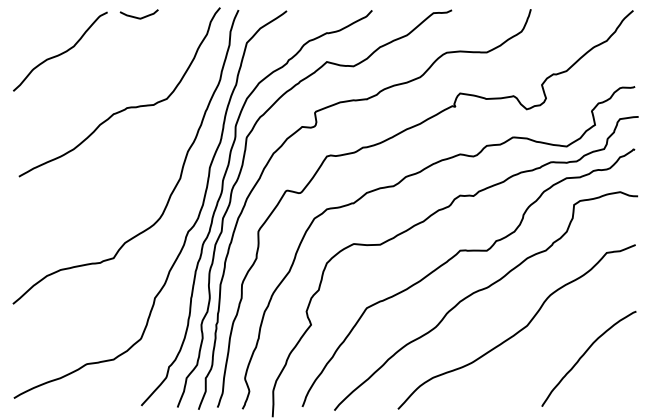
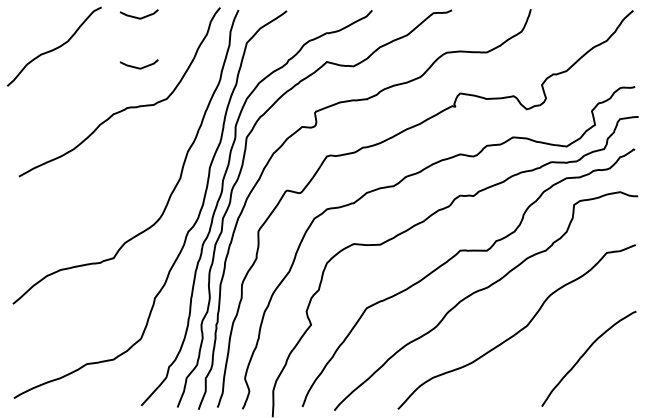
curve at (61, 52) position: (61, 52) -> (55, 47)
curve at (136, 66): none -> present
